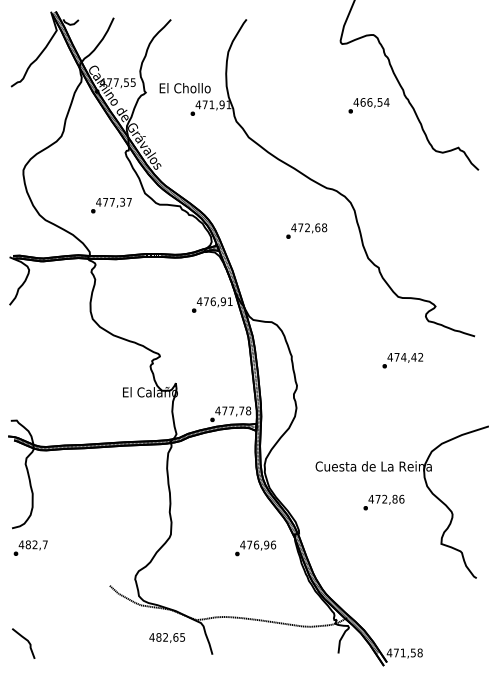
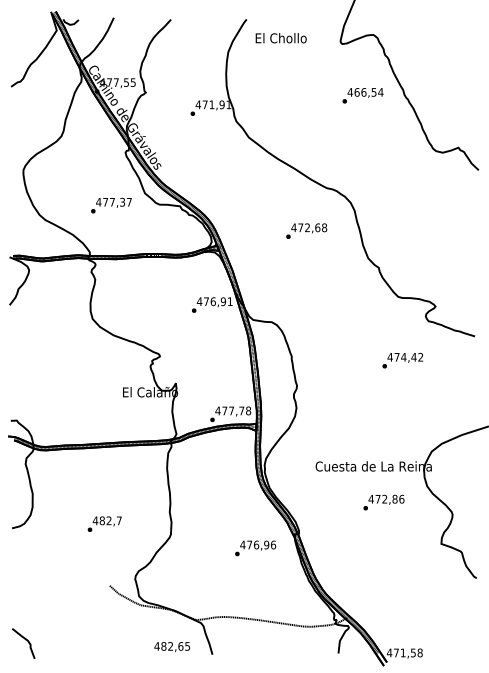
text at (184, 88) position: (184, 88) -> (280, 38)
text at (368, 105) position: (368, 105) -> (362, 95)
text at (30, 547) position: (30, 547) -> (104, 523)
text at (166, 637) position: (166, 637) -> (171, 646)
